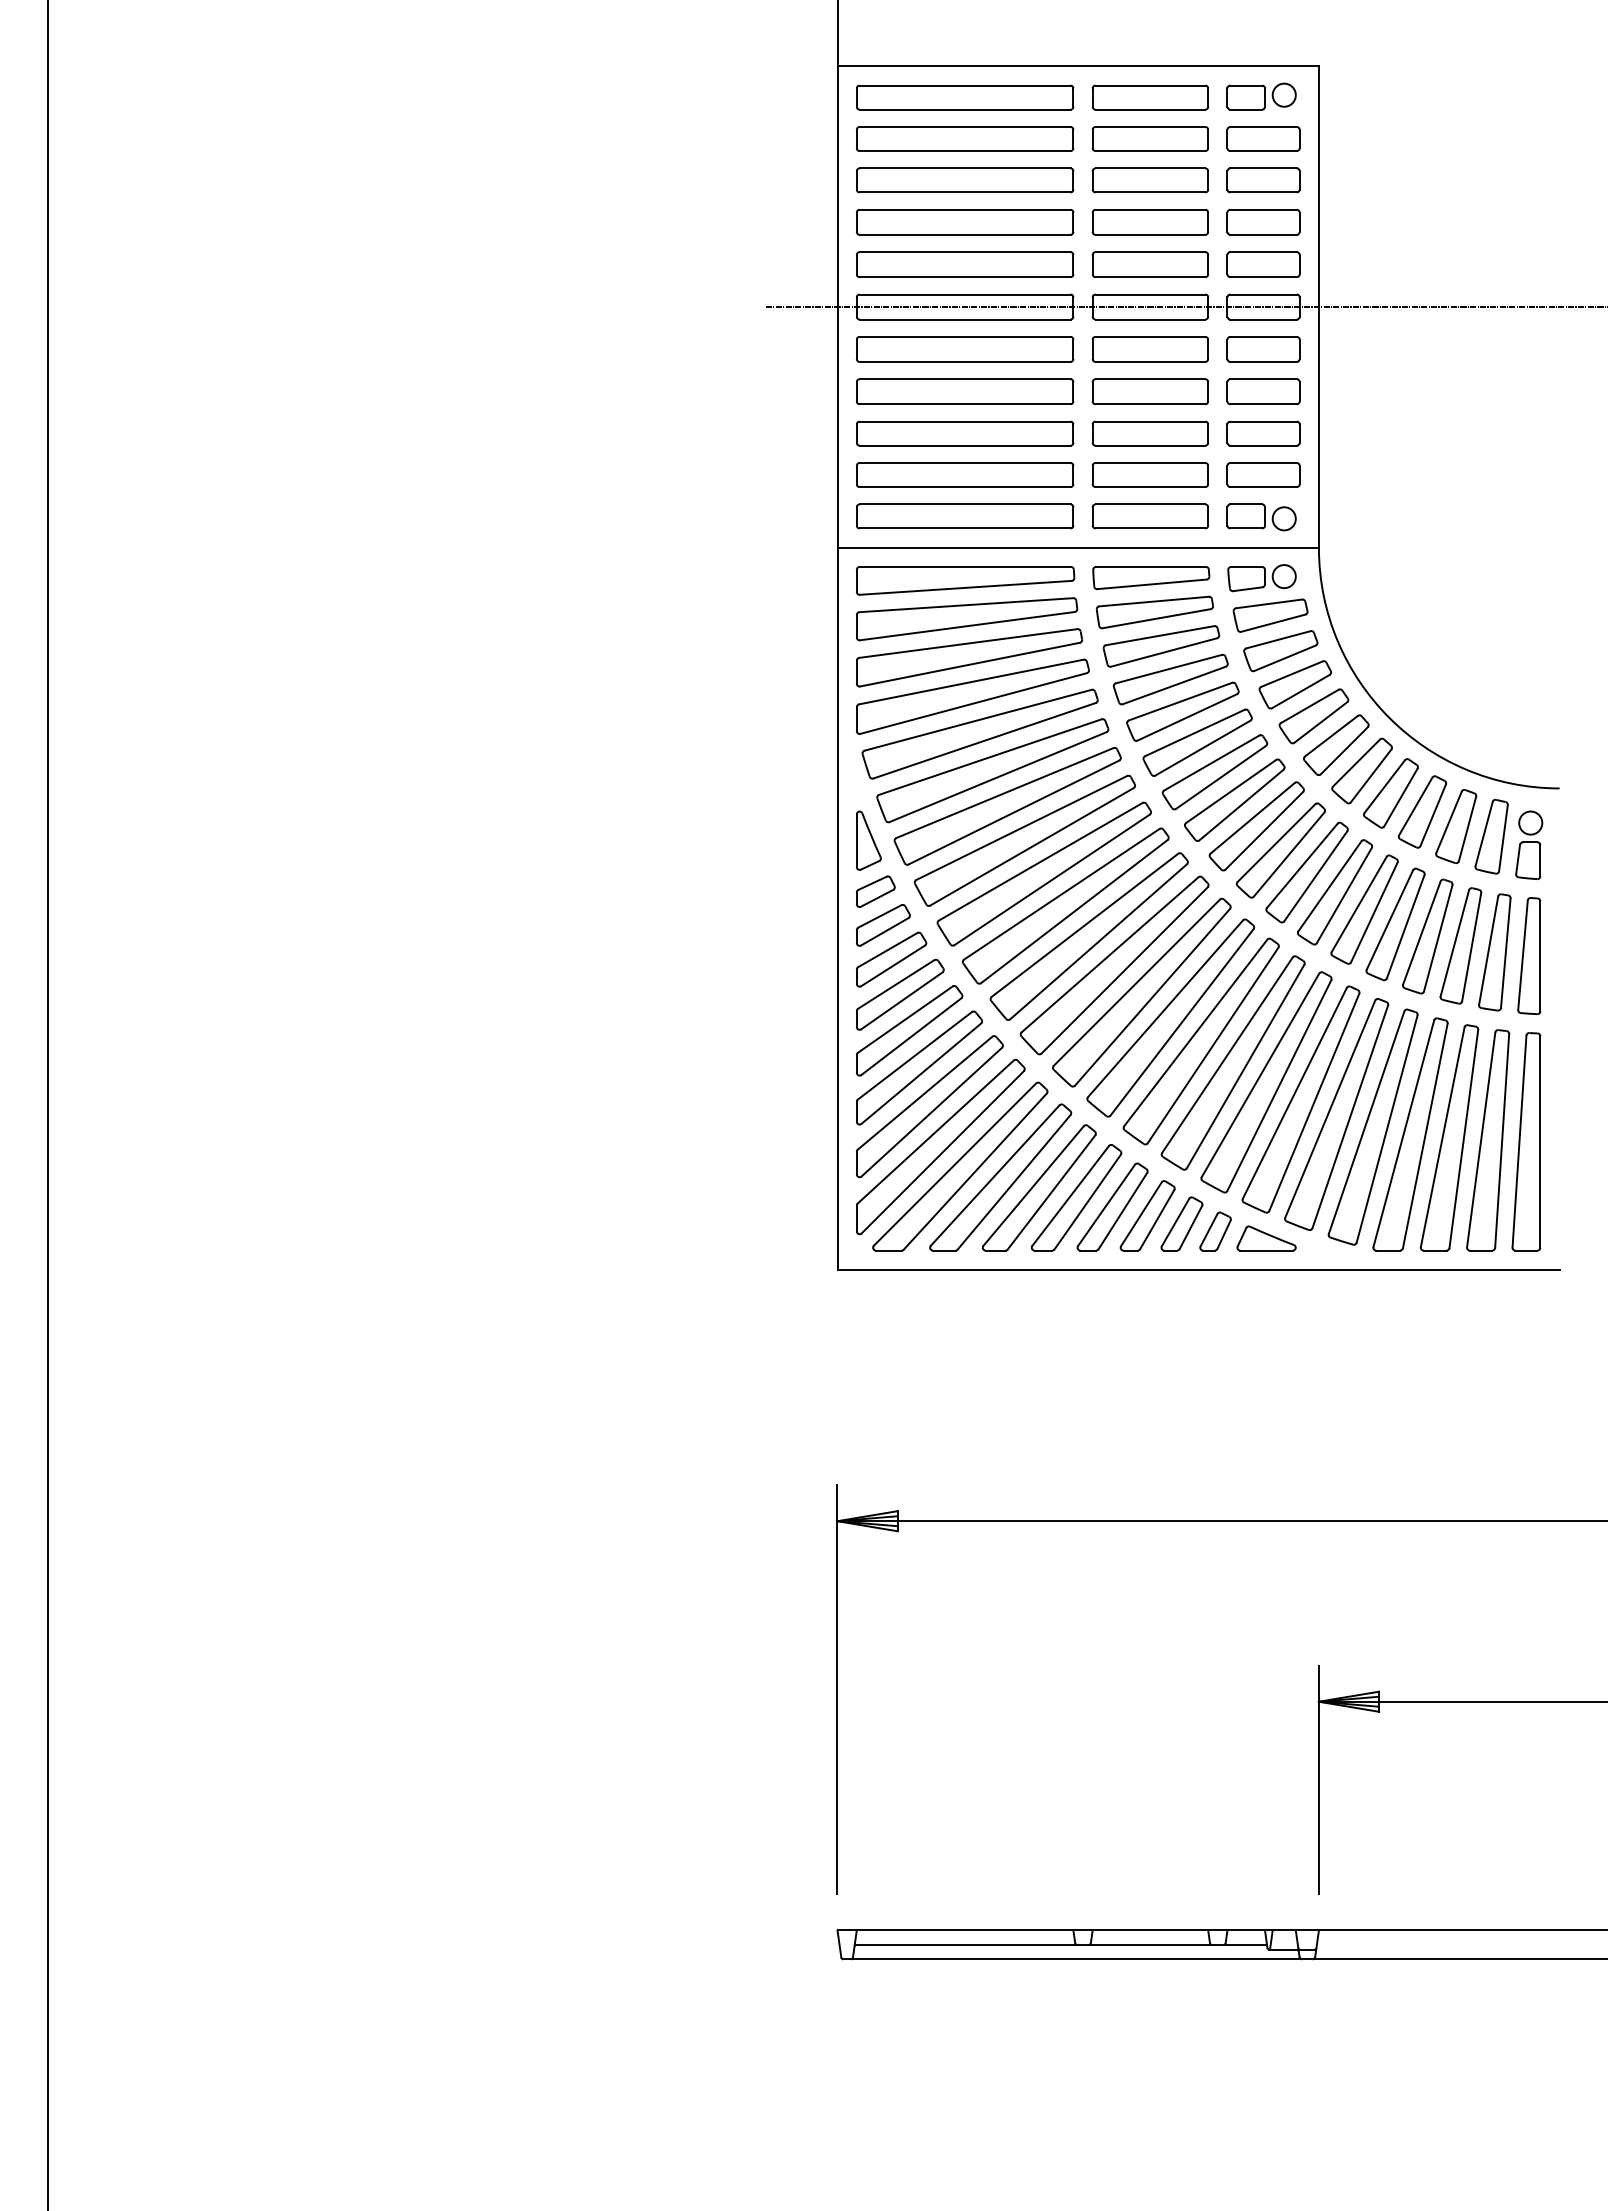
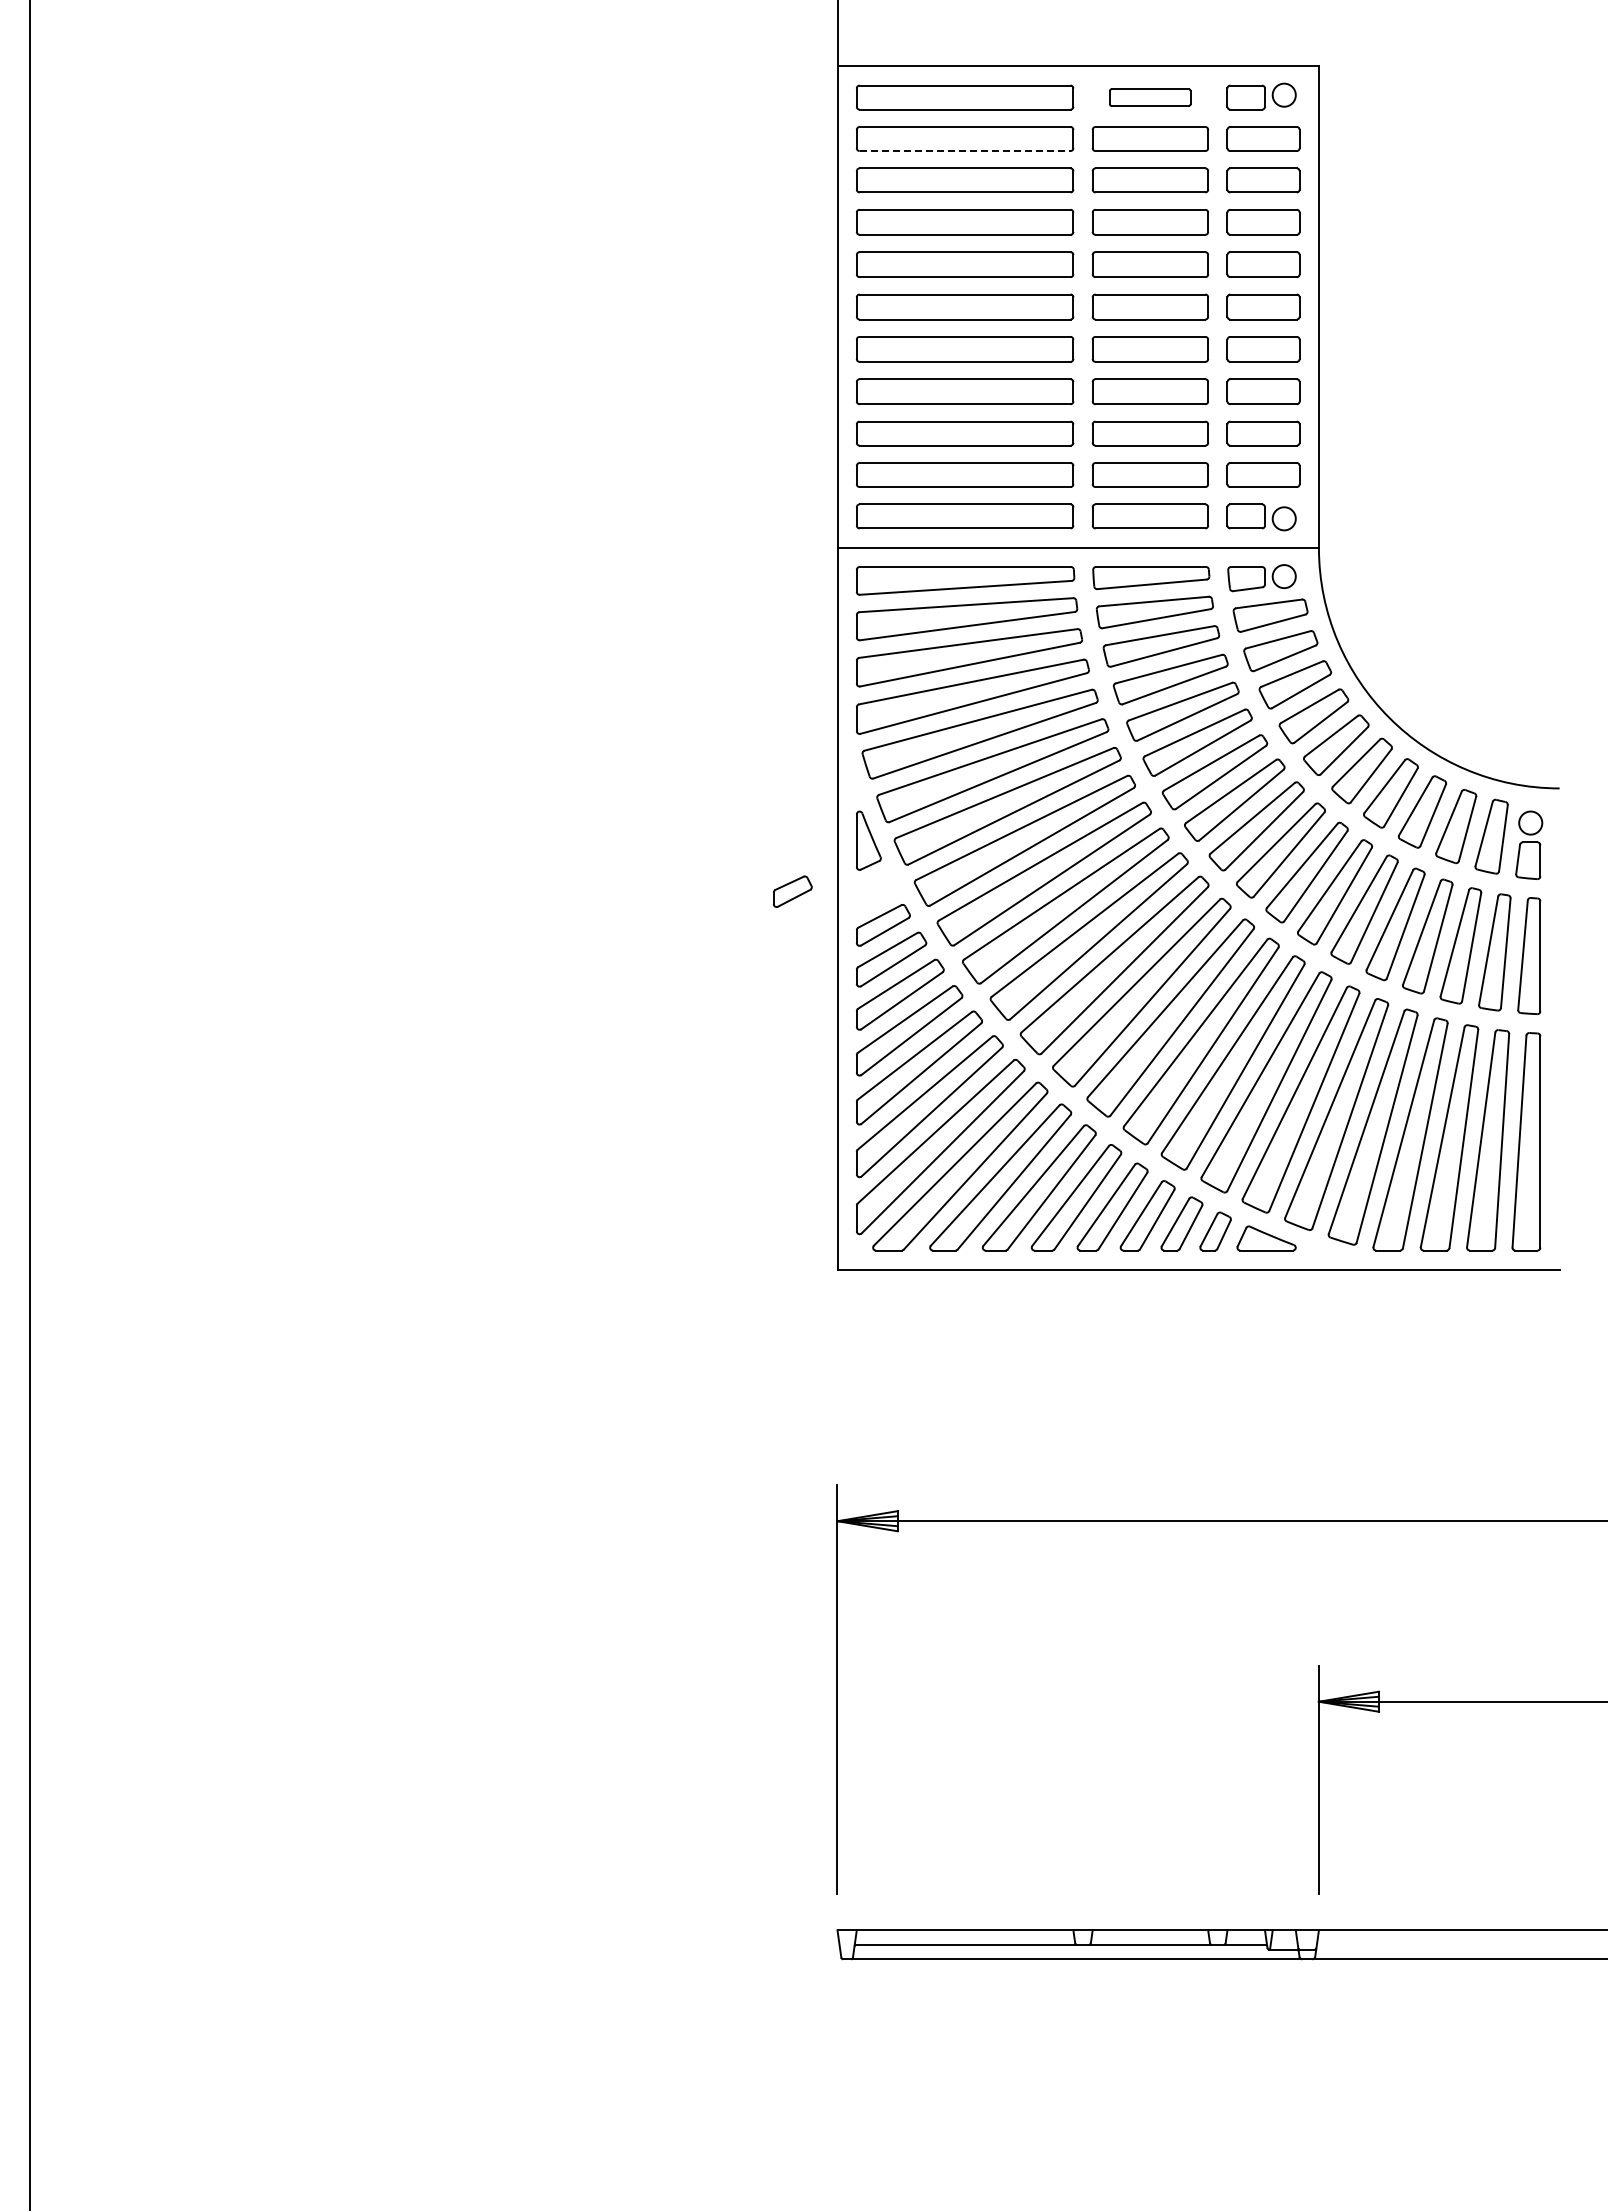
part at (1149, 97) size: 118x27 px -> 83x19 px
line at (965, 151): solid -> dashed
line at (1184, 307): present -> none
part at (875, 891) position: (875, 891) -> (792, 891)
line at (48, 1104) position: (48, 1104) -> (30, 1104)
